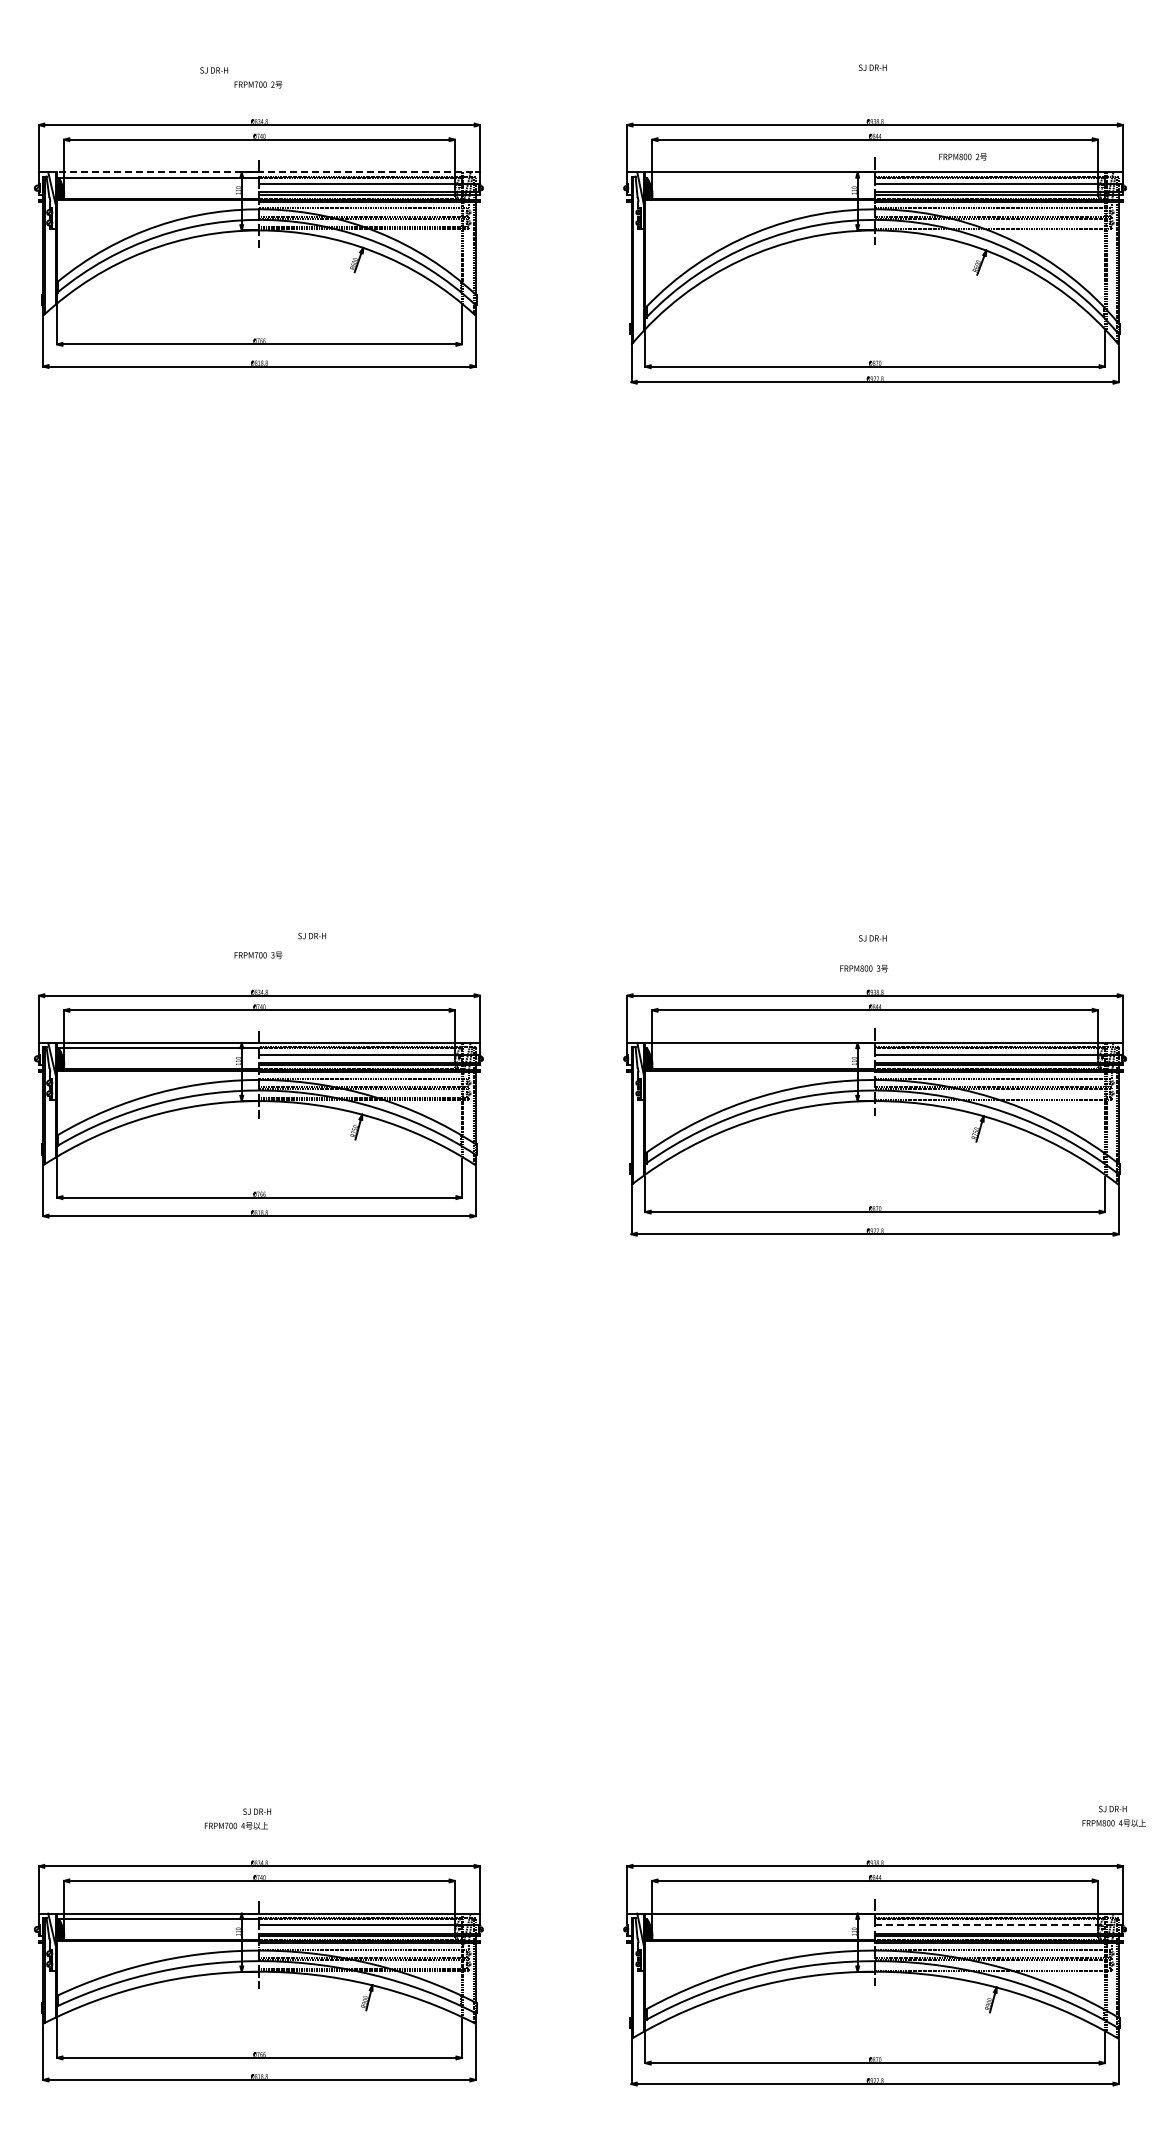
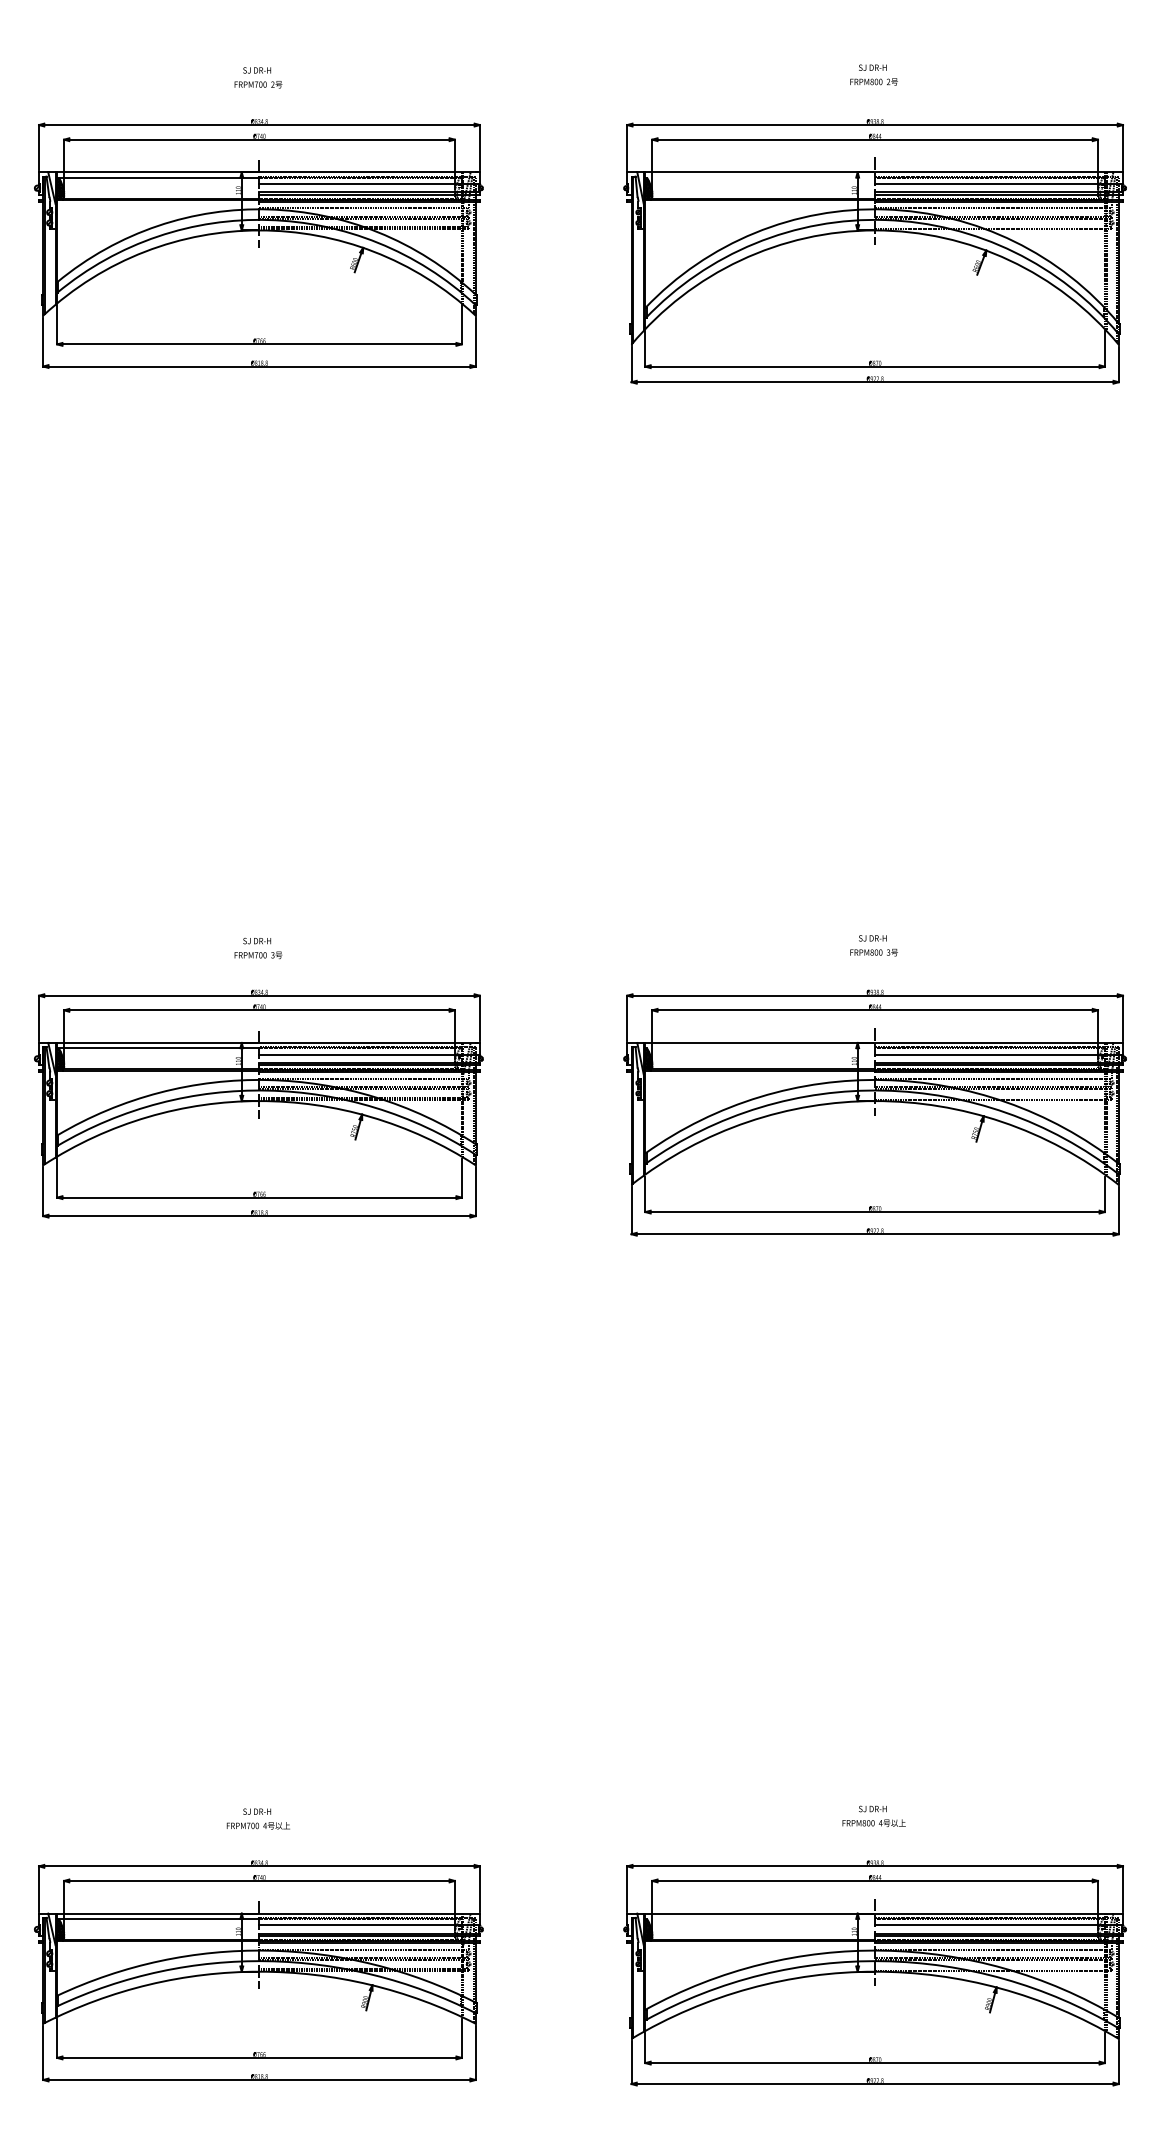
text at (214, 70) position: (214, 70) -> (257, 70)
text at (962, 156) position: (962, 156) -> (873, 81)
line at (263, 172): dashed -> solid
text at (312, 935) position: (312, 935) -> (257, 940)
text at (863, 968) position: (863, 968) -> (873, 952)
text at (1113, 1815) position: (1113, 1815) -> (873, 1815)
text at (235, 1825) position: (235, 1825) -> (257, 1825)
line at (999, 1925): dashed -> solid
